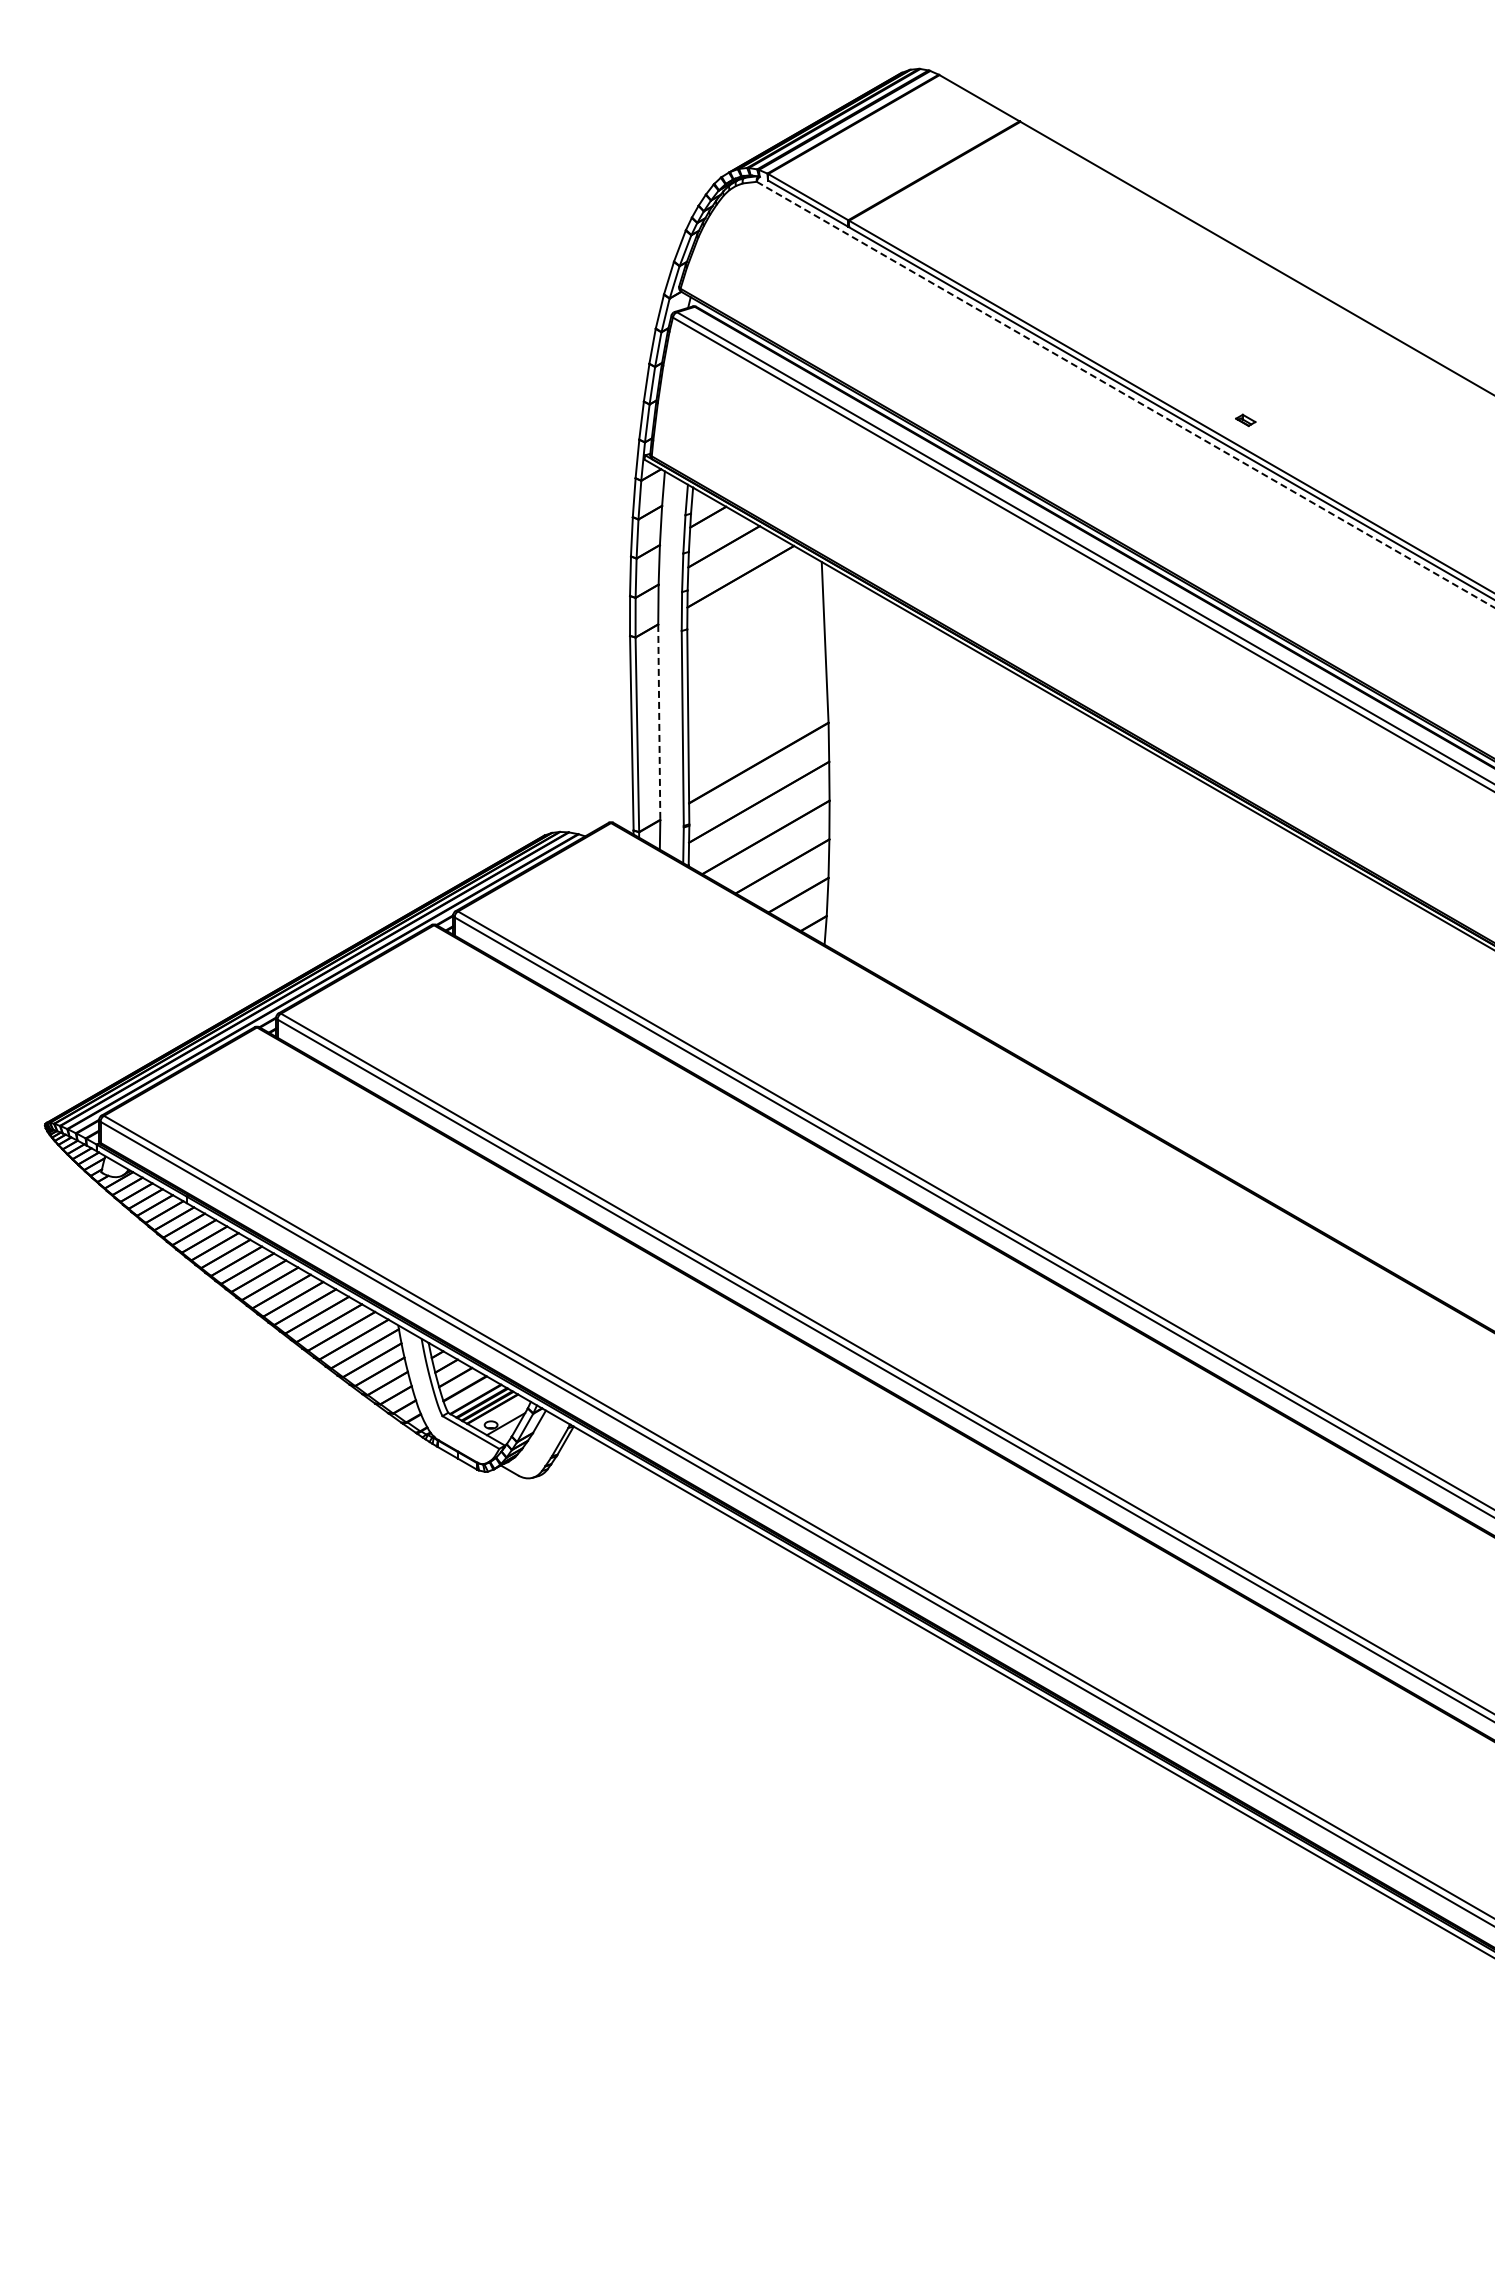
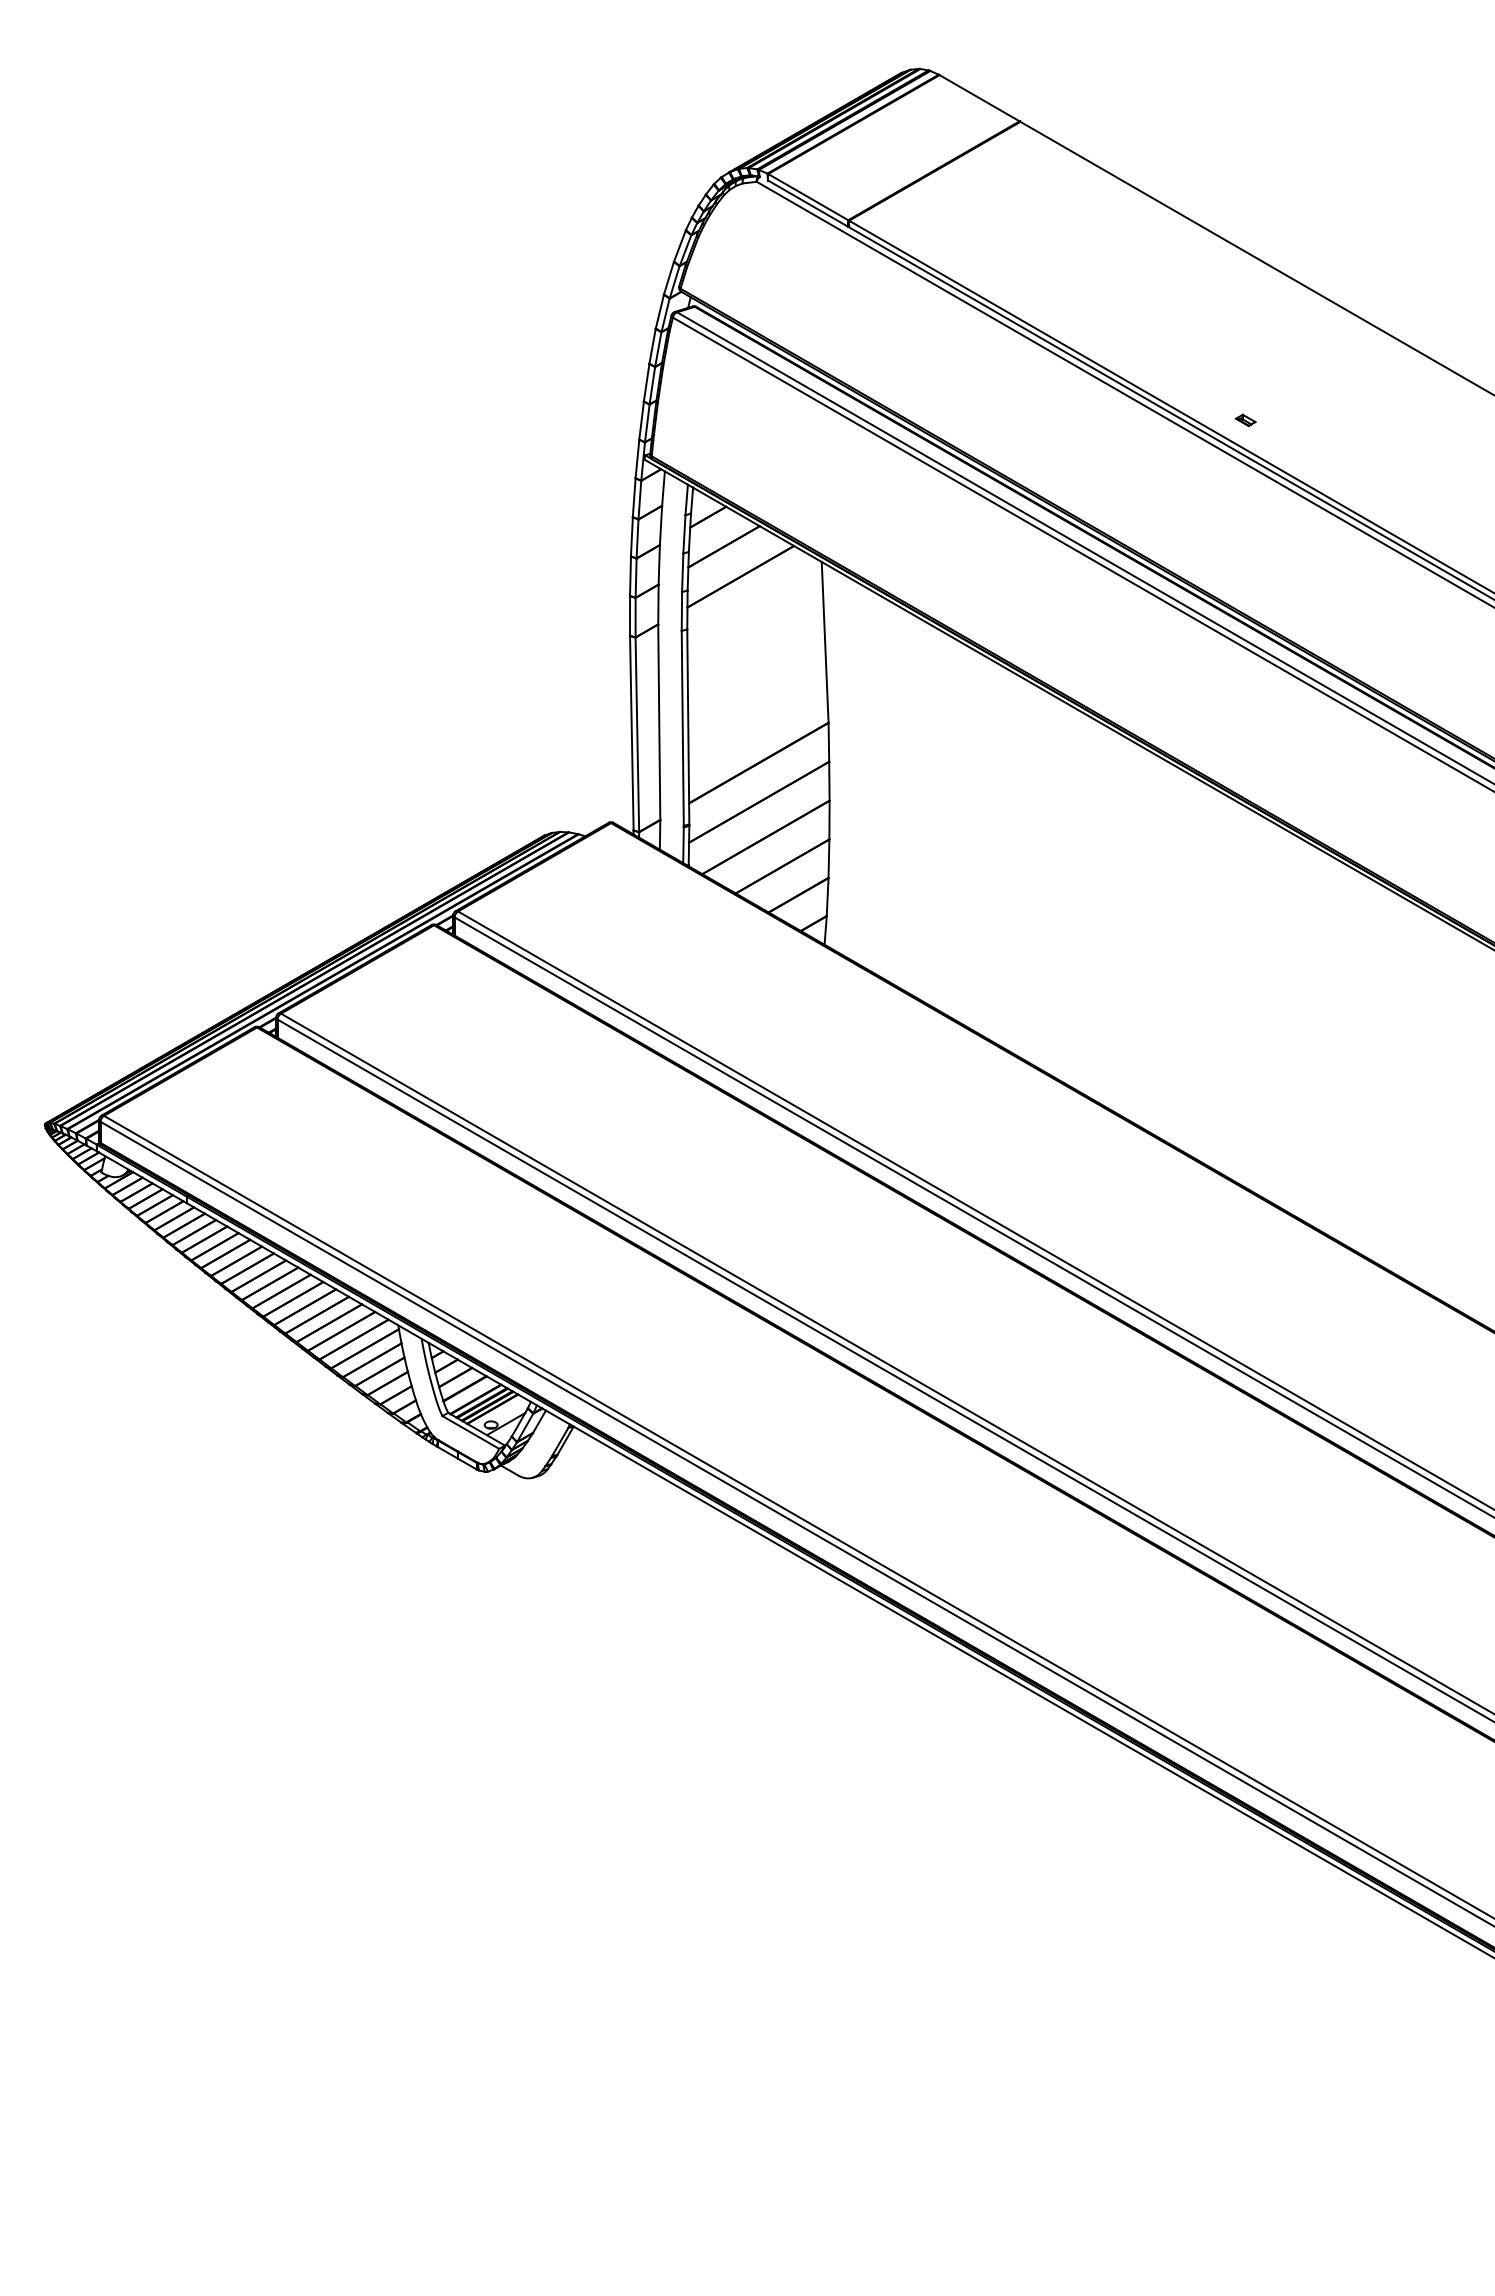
line at (1125, 394): dashed -> solid
line at (659, 722): dashed -> solid
